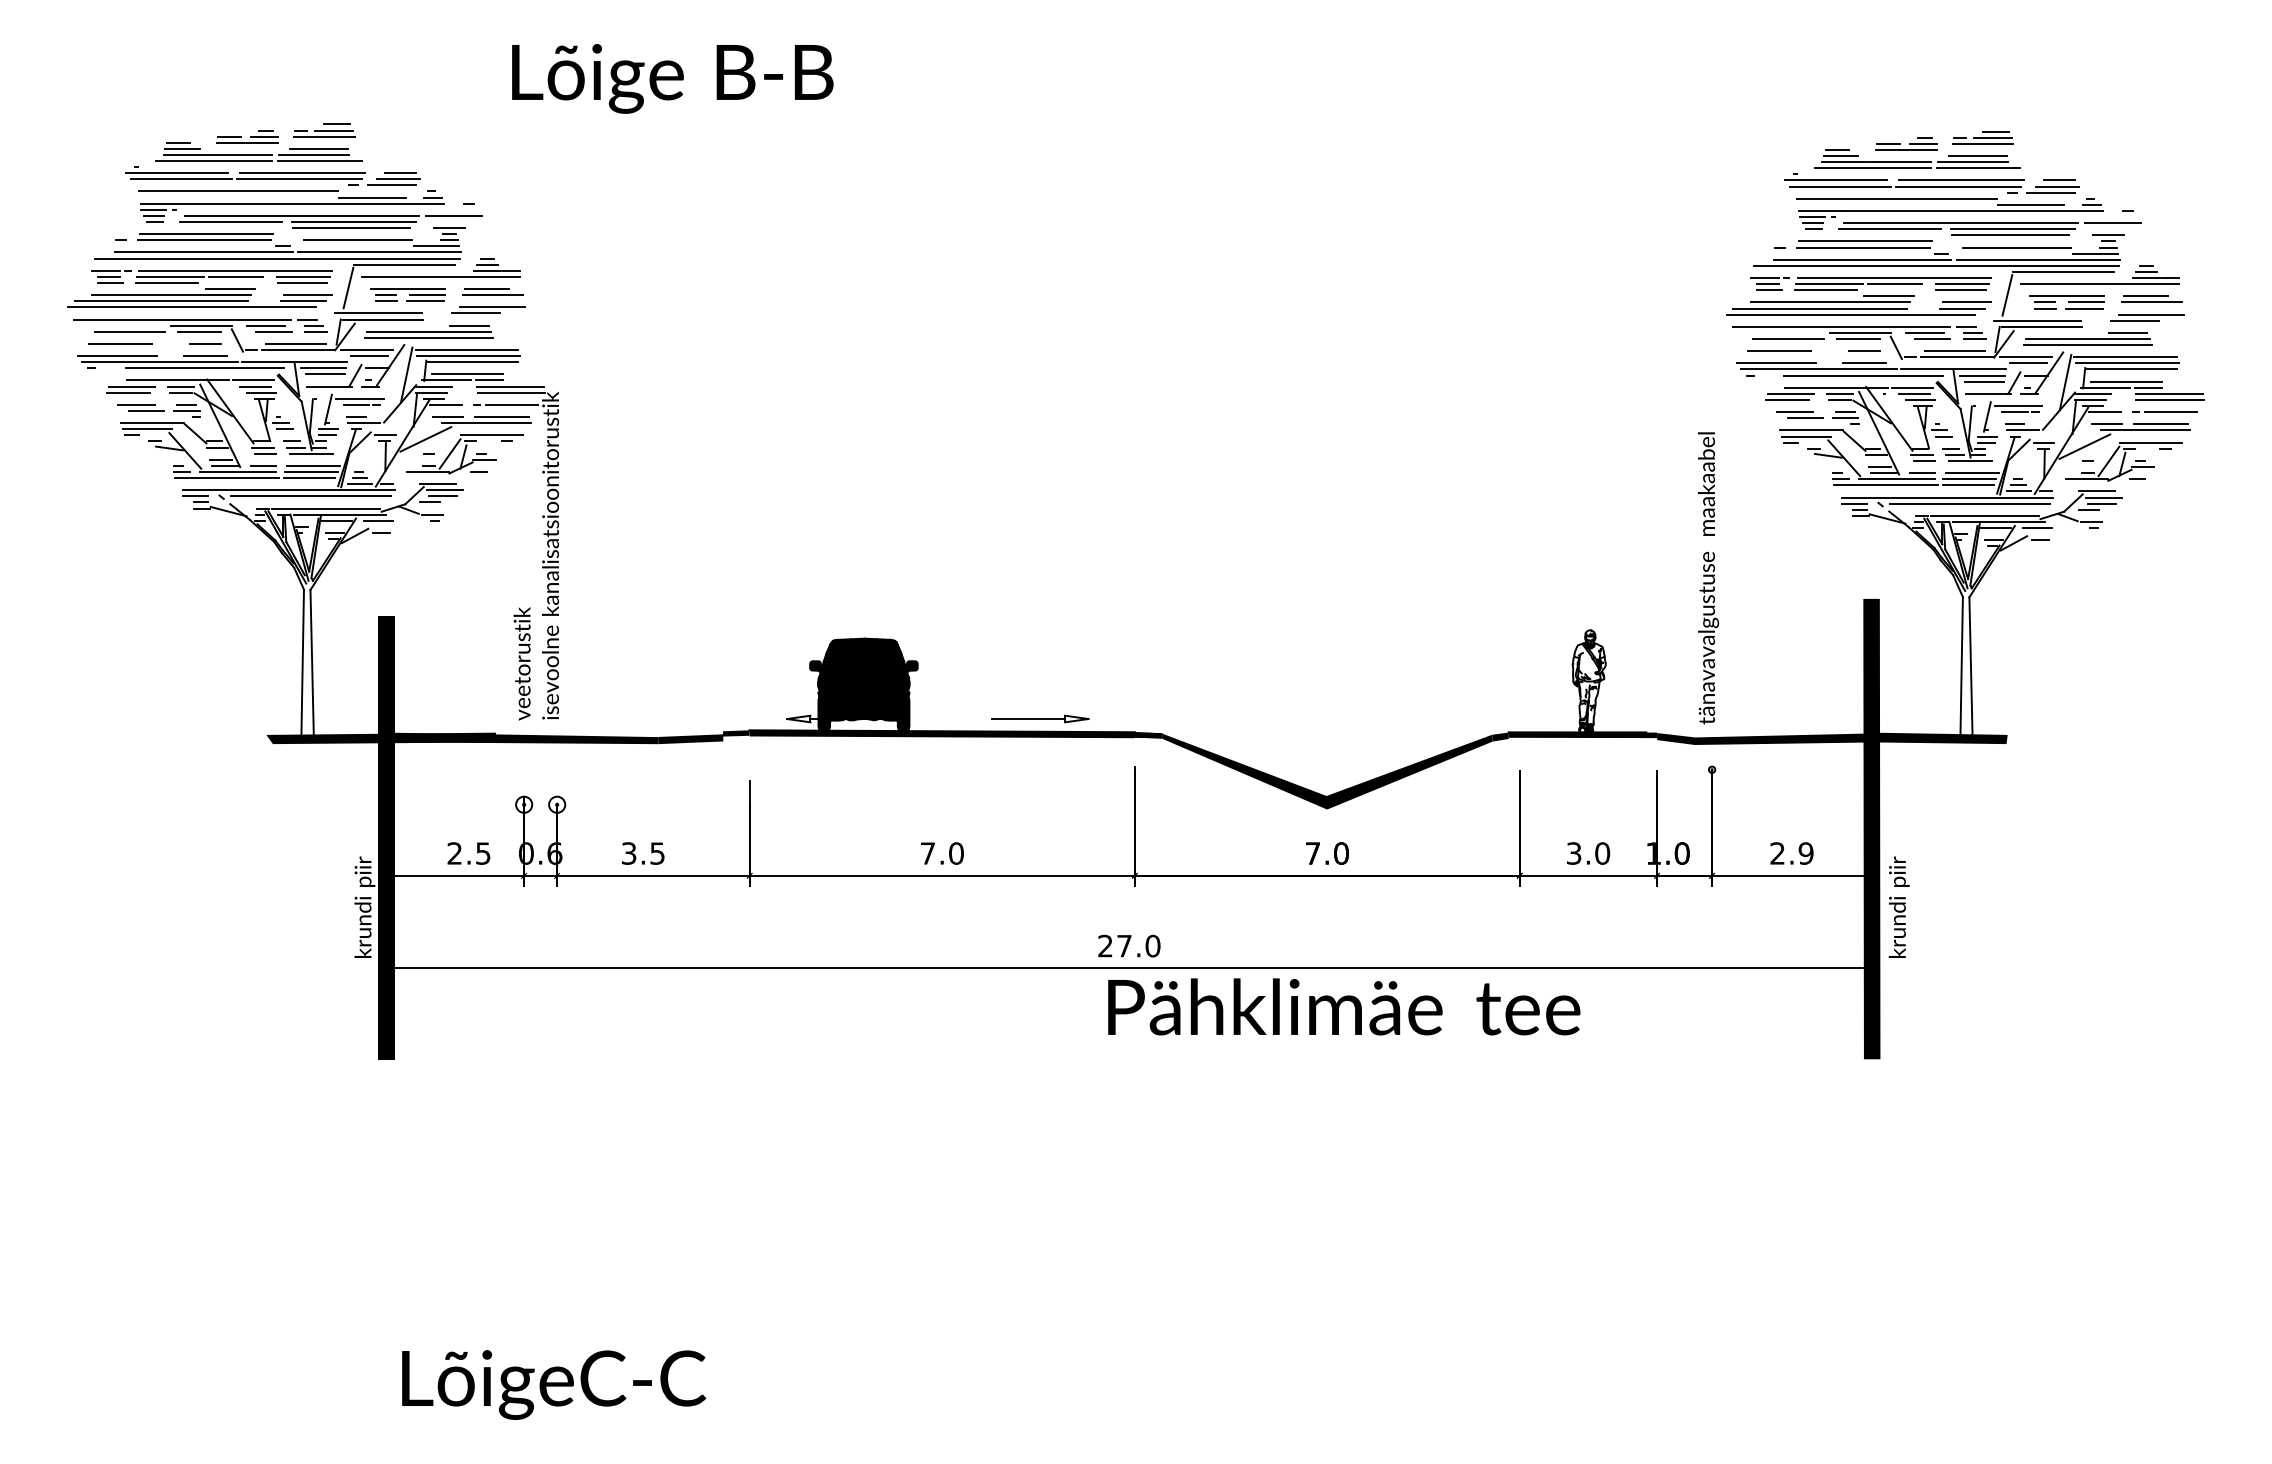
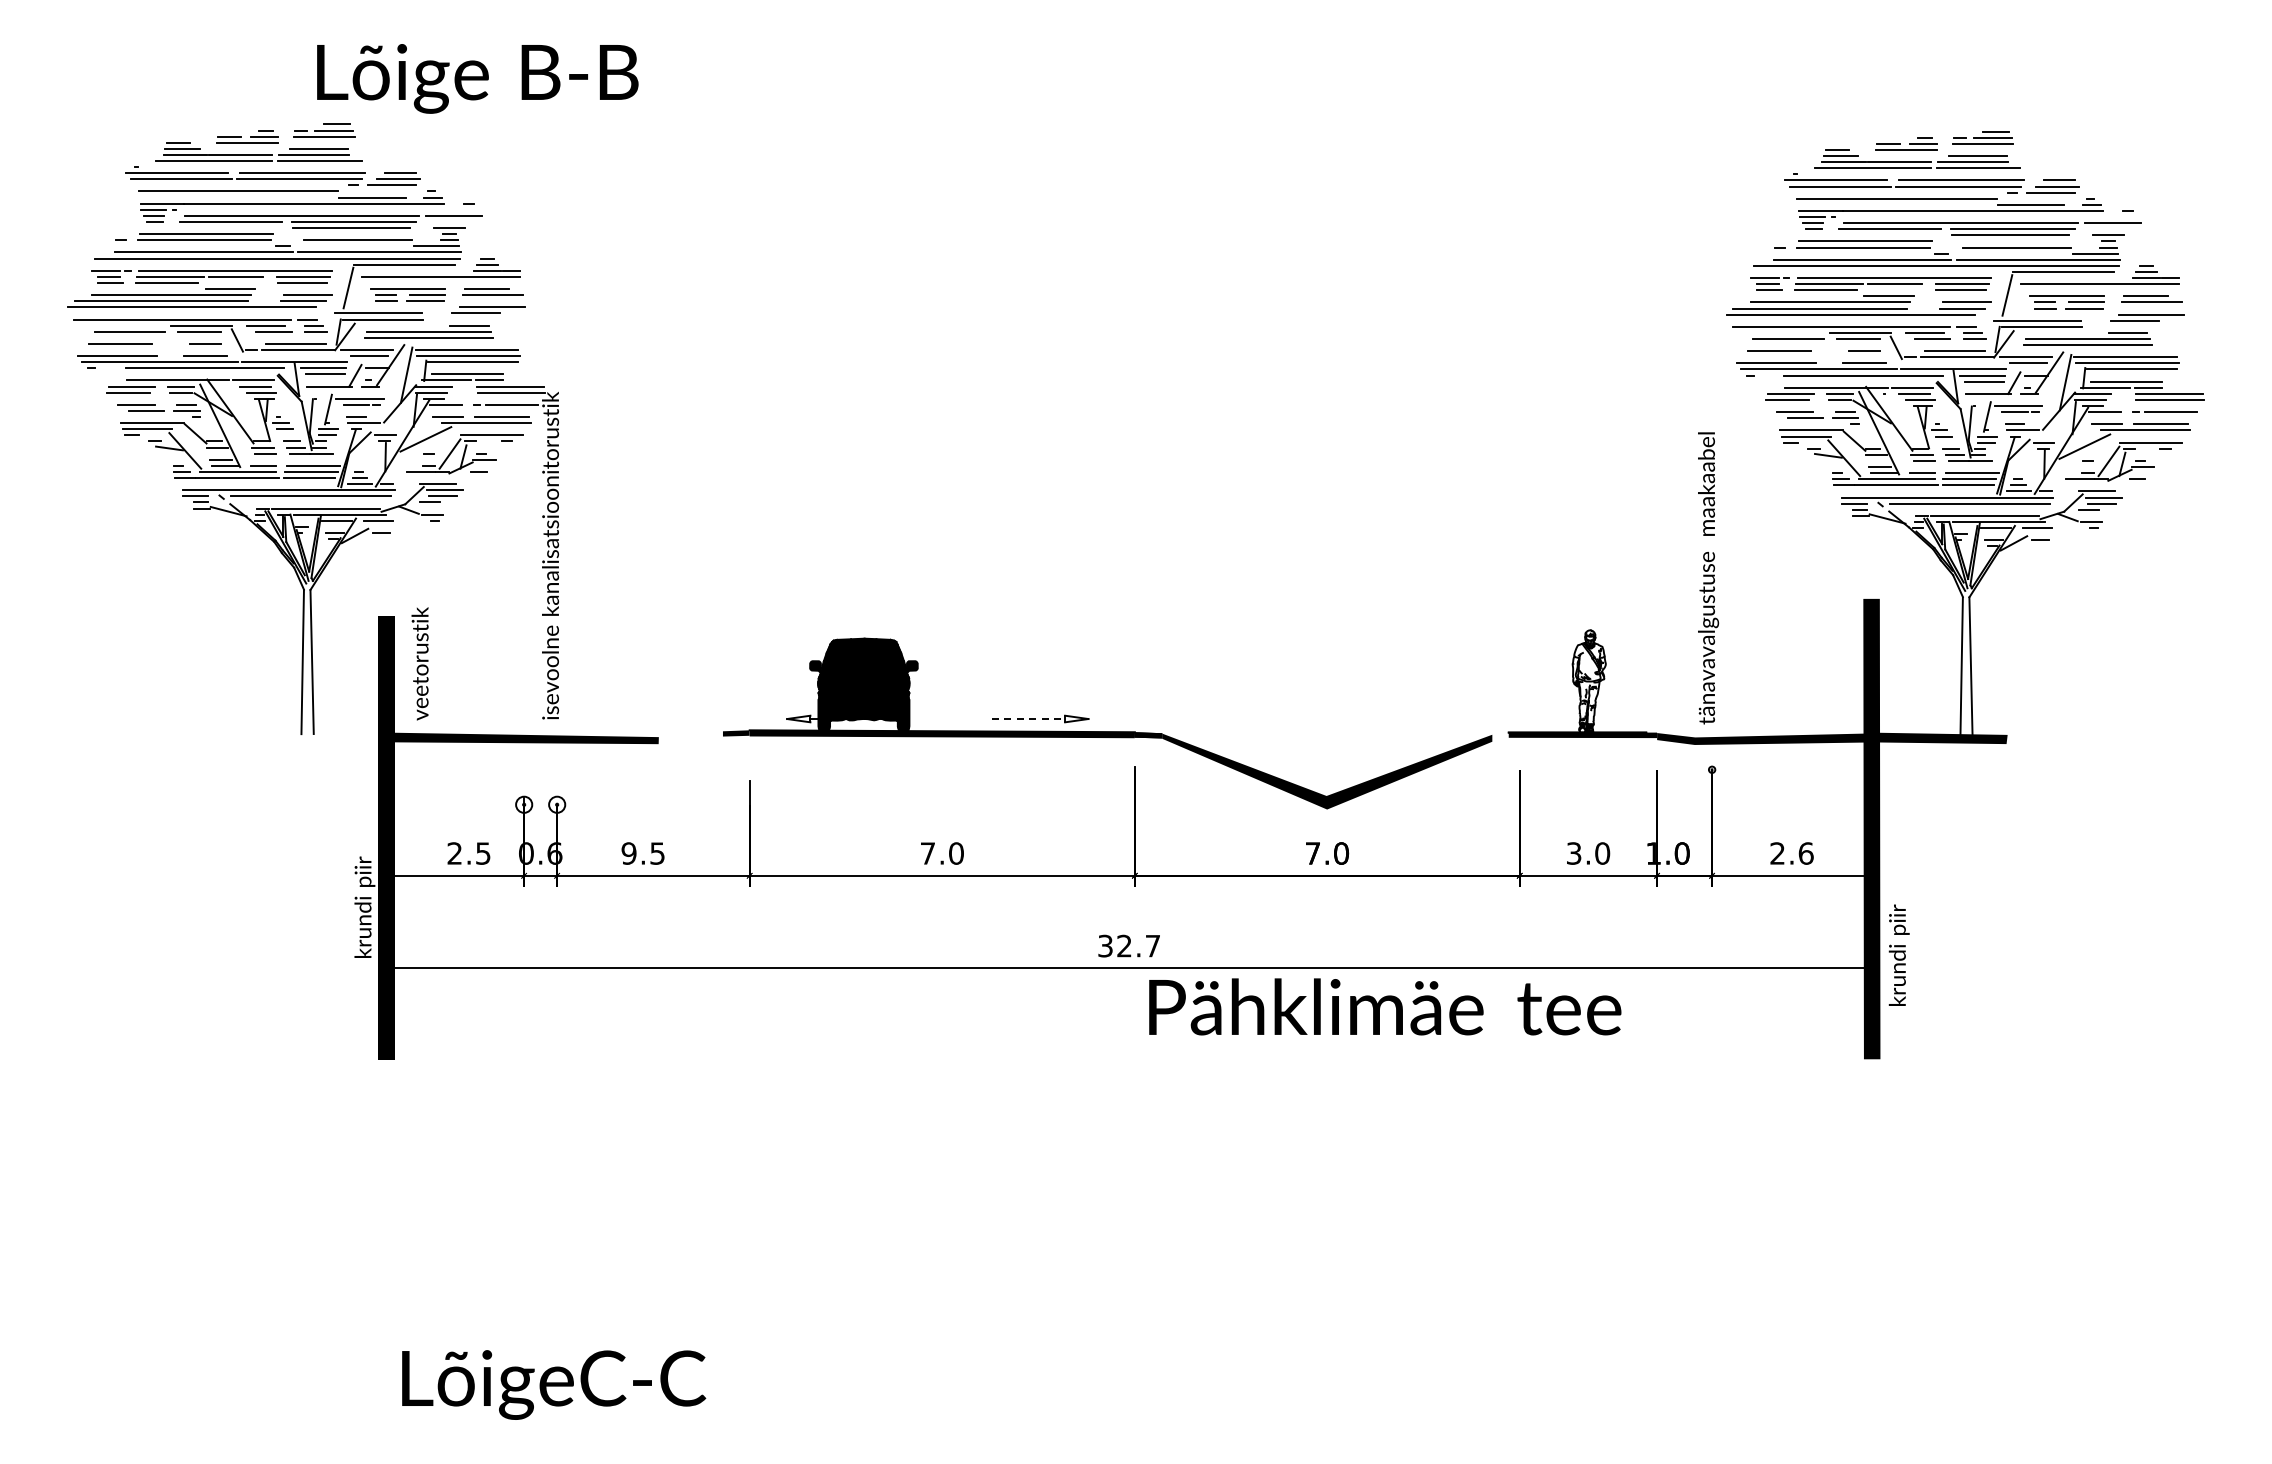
text at (672, 78) position: (672, 78) -> (477, 78)
text at (521, 663) position: (521, 663) -> (419, 663)
line at (1028, 719): solid -> dashed
fill at (1500, 736): present -> none
fill at (381, 738): present -> none
fill at (690, 738): present -> none
text at (628, 853): 3.5 -> 9.5
text at (1805, 853): 2.9 -> 2.6
text at (1898, 906) position: (1898, 906) -> (1898, 954)
text at (1129, 945): 27.0 -> 32.7
text at (1344, 1006) position: (1344, 1006) -> (1385, 1006)
